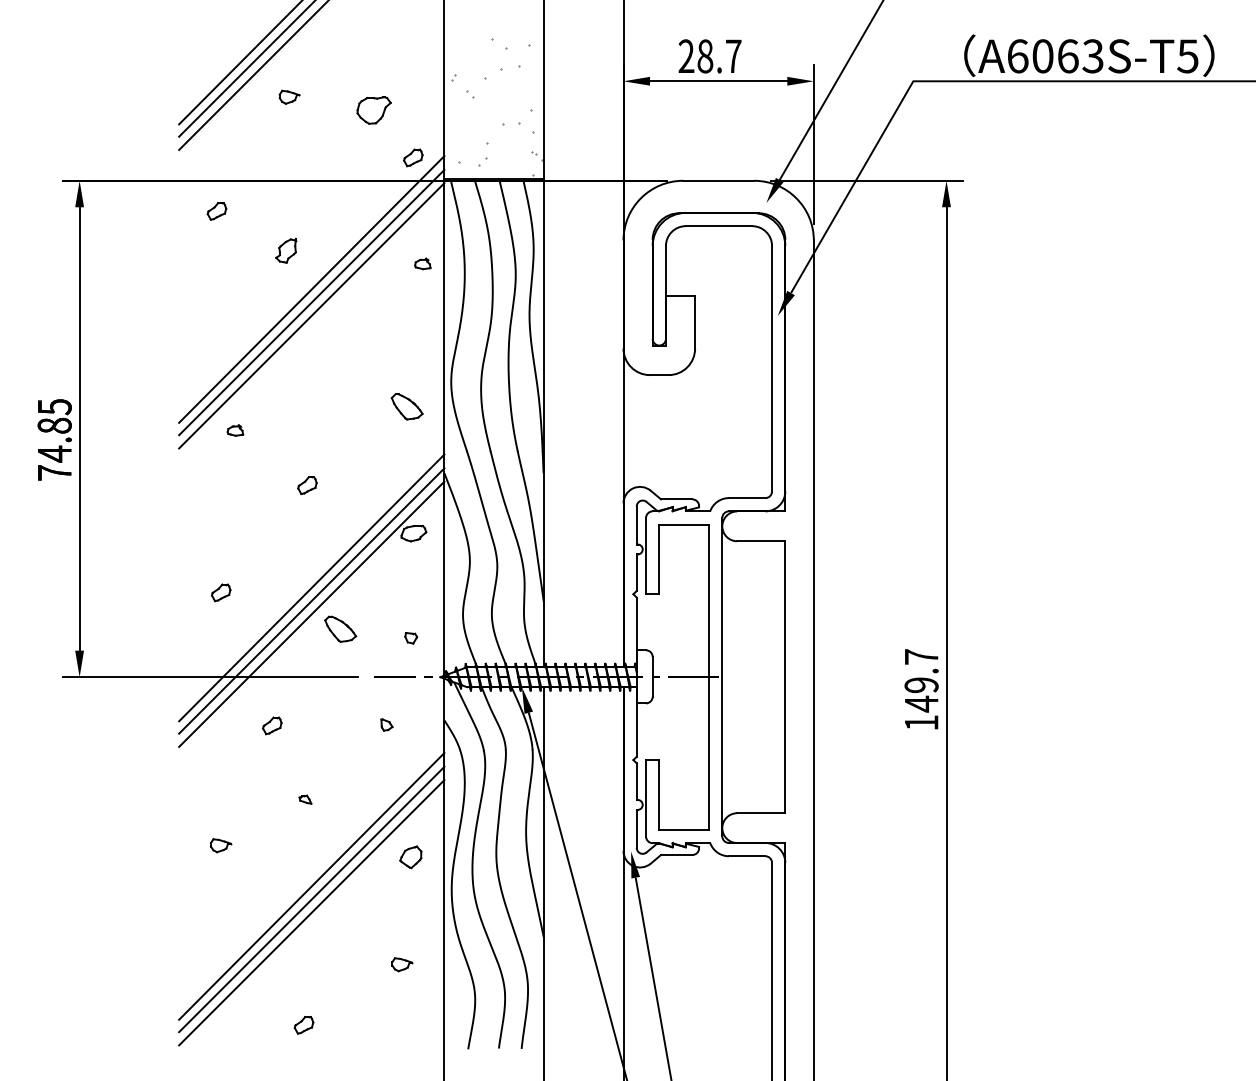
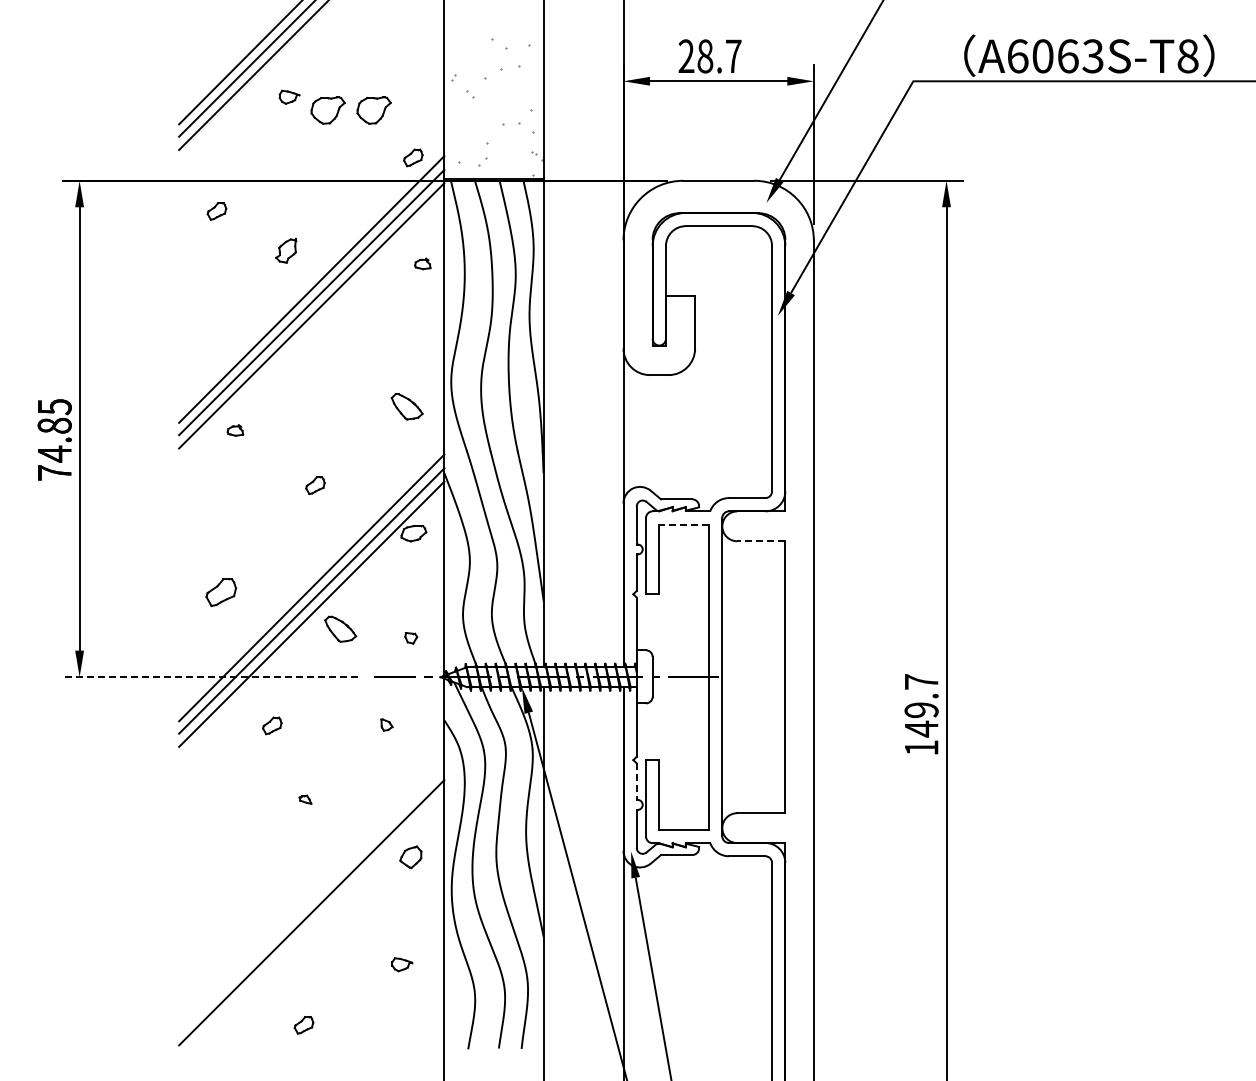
text at (1187, 56): A6063S-T5 -> A6063S-T8
part at (327, 110): none -> present
part at (307, 485) position: (307, 485) -> (315, 485)
line at (684, 524): solid -> dashed
line at (760, 541): solid -> dashed
part at (220, 592) size: 22x20 px -> 33x29 px
line at (209, 677): solid -> dashed
text at (921, 689) position: (921, 689) -> (921, 714)
line at (636, 782): solid -> dashed
part at (221, 845): present -> none
line at (311, 886): present -> none
line at (311, 899): present -> none
